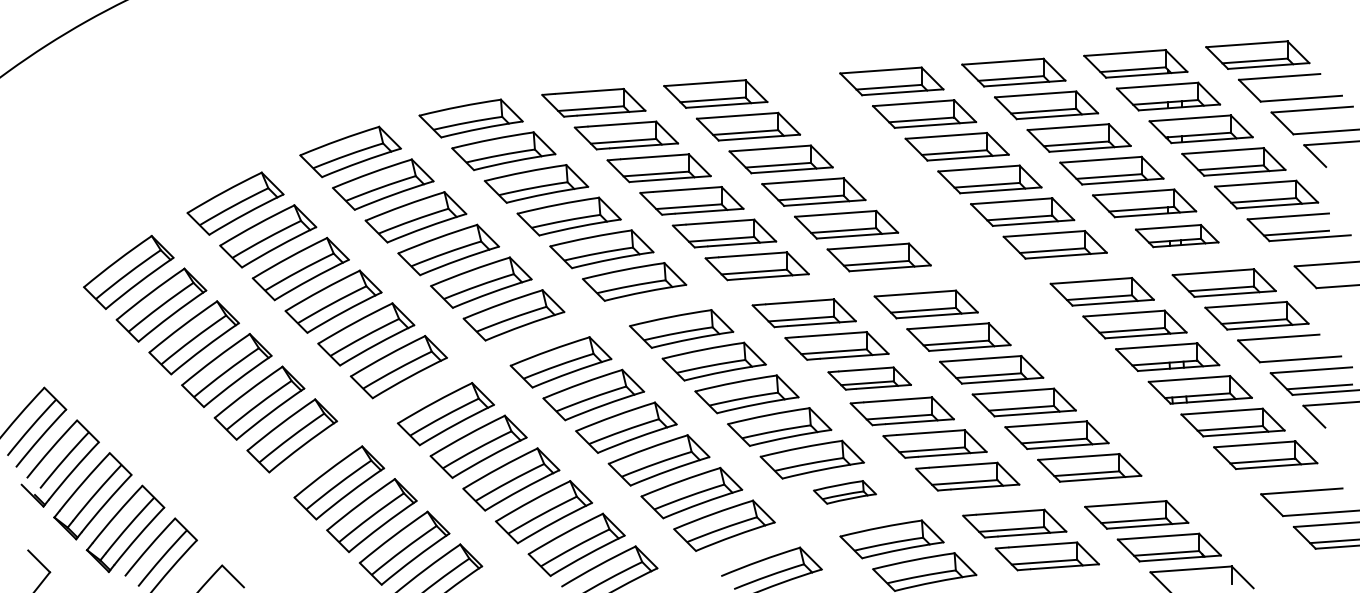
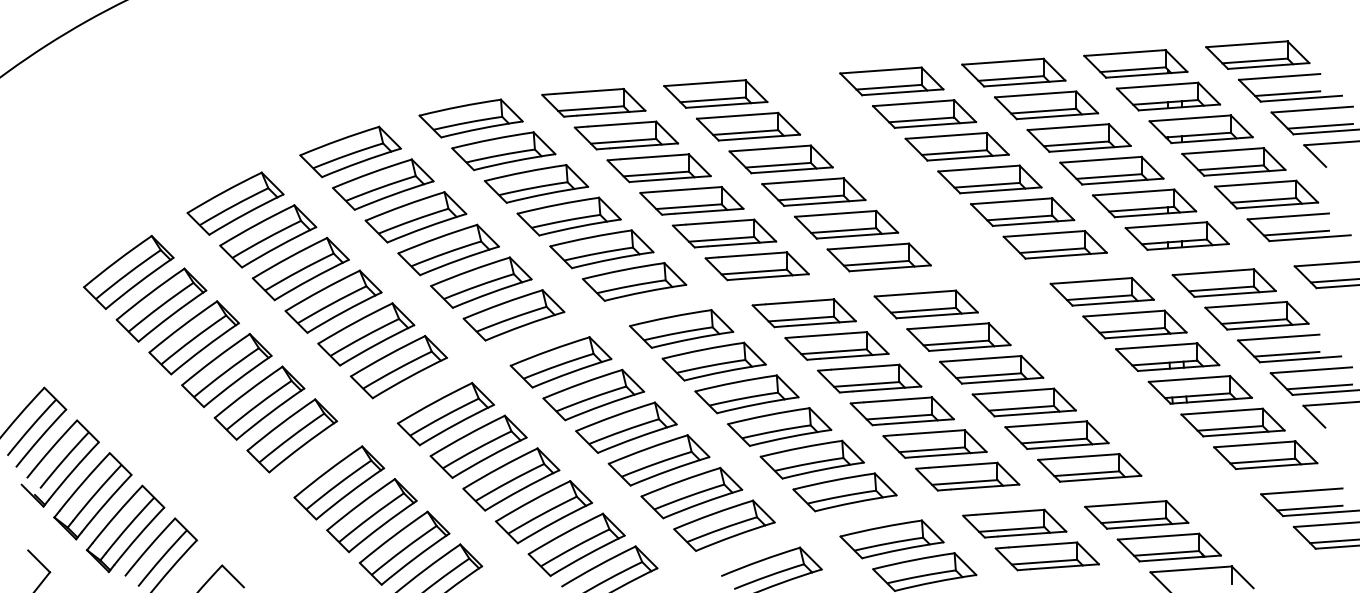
line at (1287, 93): none -> present
line at (1319, 125): none -> present
part at (1177, 236) size: 85x25 px -> 106x30 px
line at (1333, 280): none -> present
line at (1286, 353): none -> present
part at (869, 378) size: 85x25 px -> 106x31 px
part at (845, 492) size: 65x25 px -> 106x41 px
line at (1309, 507): none -> present
